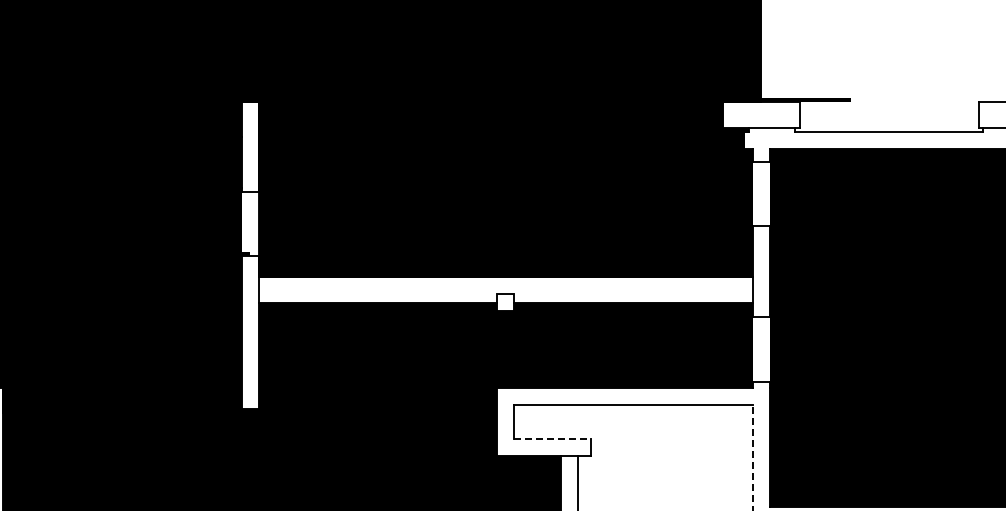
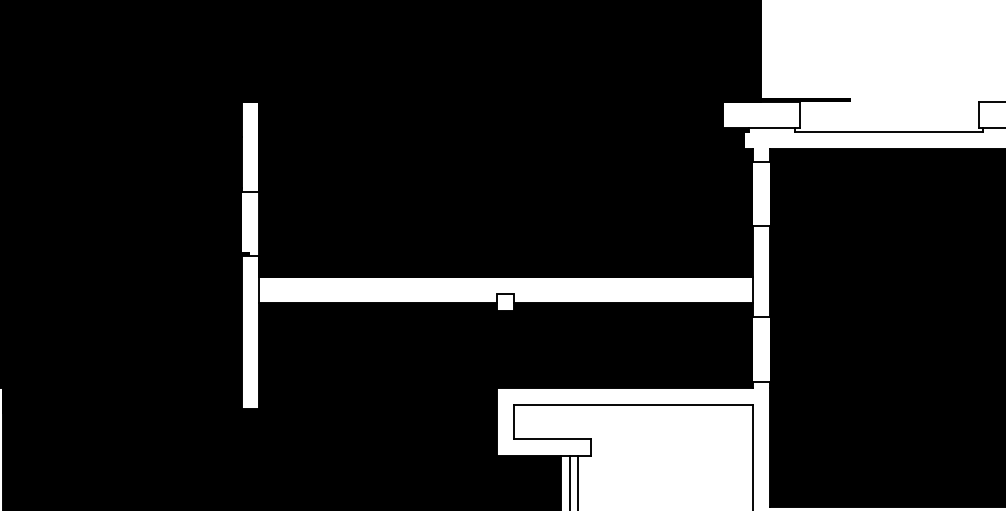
line at (553, 439): dashed -> solid
line at (752, 457): dashed -> solid
line at (569, 481): none -> present
